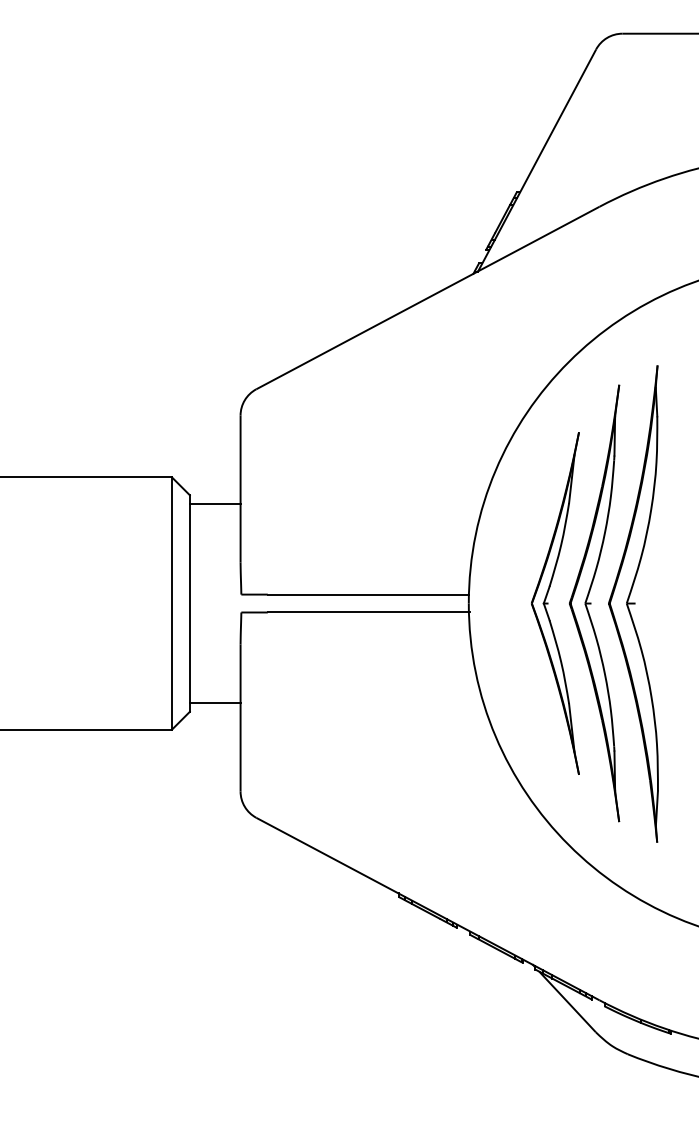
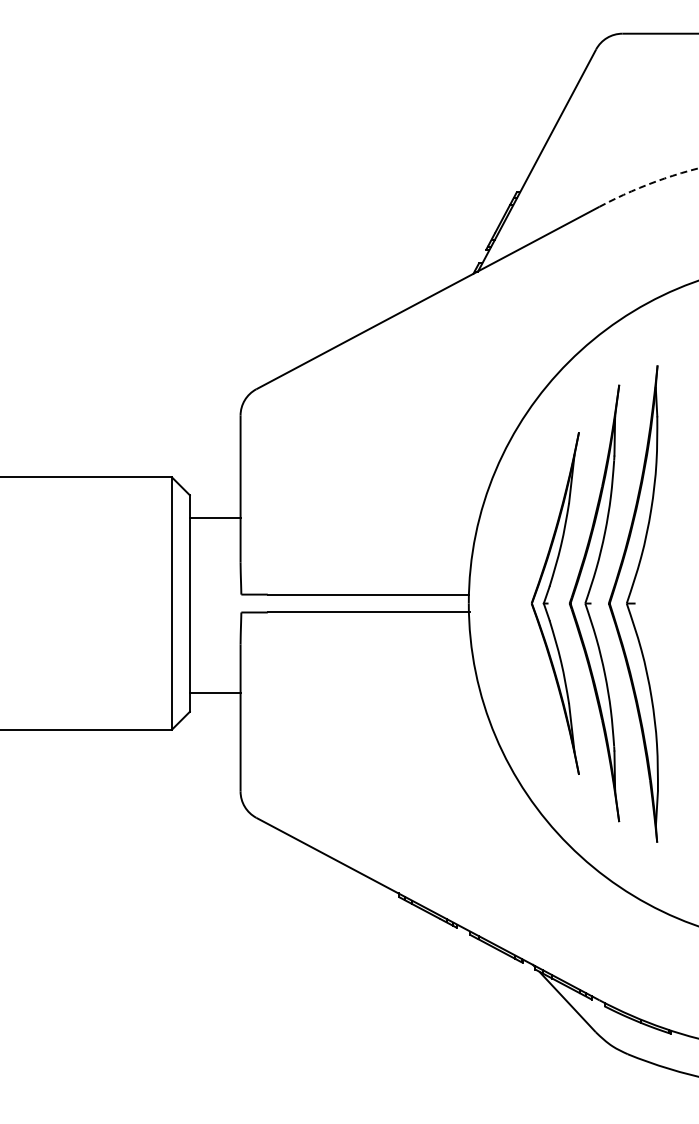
arc at (648, 184): solid -> dashed
line at (214, 503) position: (214, 503) -> (214, 517)
line at (214, 703) position: (214, 703) -> (214, 693)
